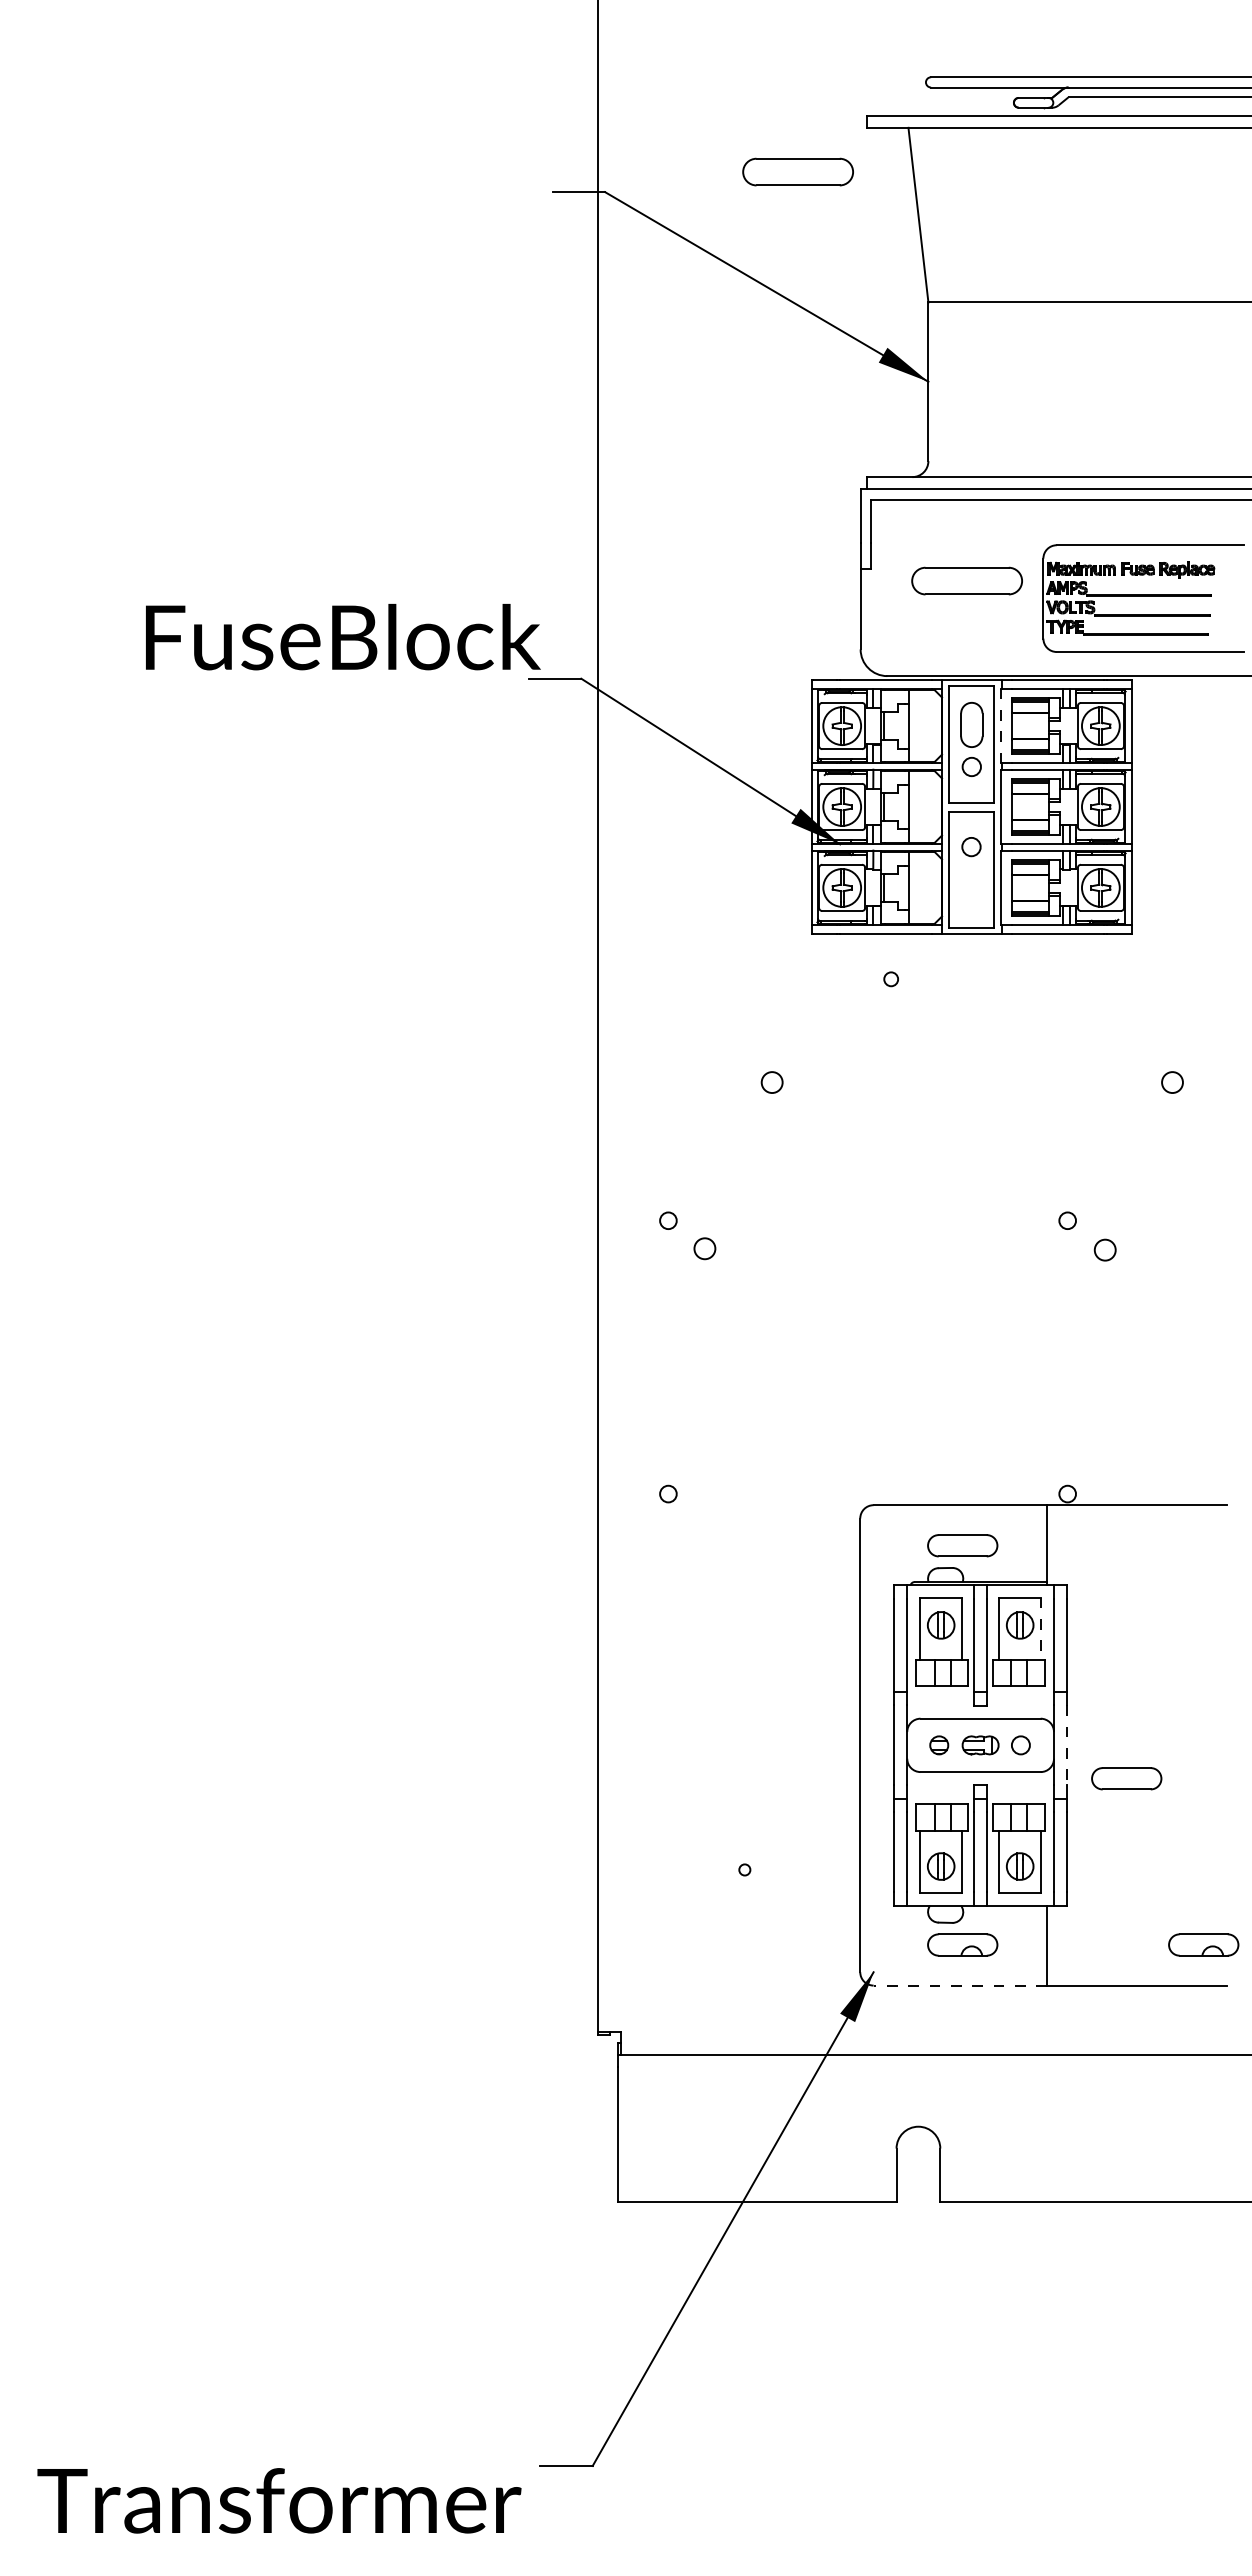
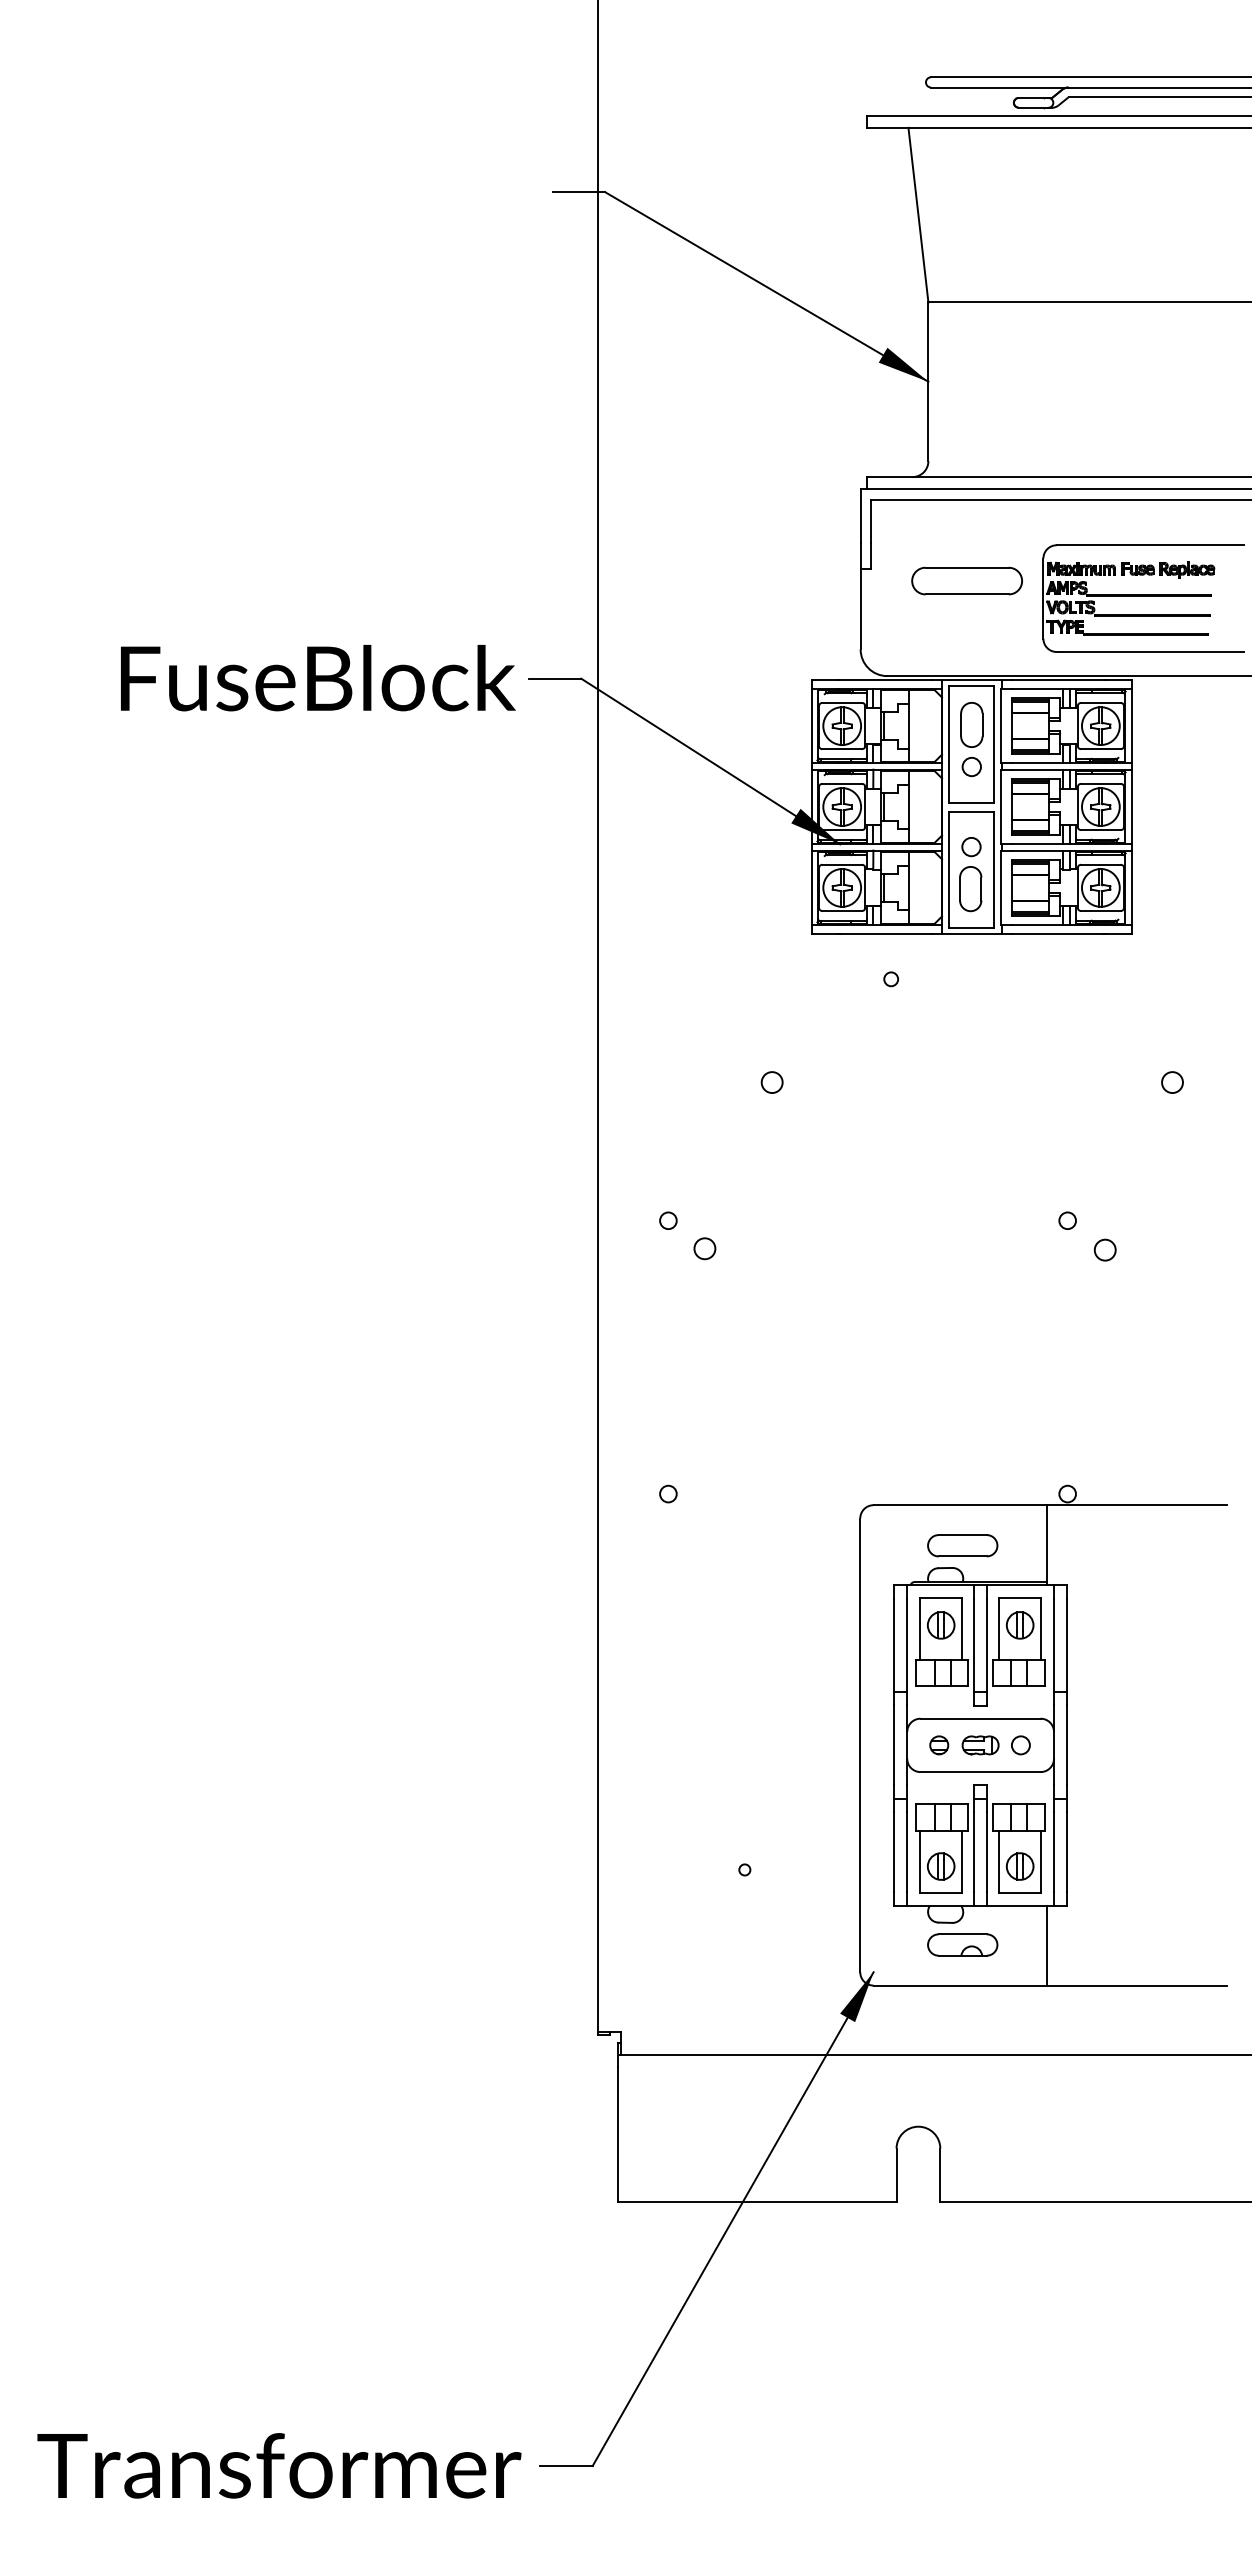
part at (797, 171): present -> none
text at (343, 637) position: (343, 637) -> (318, 678)
line at (1001, 725): dashed -> solid
part at (970, 889): none -> present
line at (1041, 1629): dashed -> solid
line at (1067, 1745): dashed -> solid
part at (1126, 1778): present -> none
part at (1203, 1944): present -> none
line at (960, 1985): dashed -> solid
text at (279, 2500) position: (279, 2500) -> (279, 2465)
